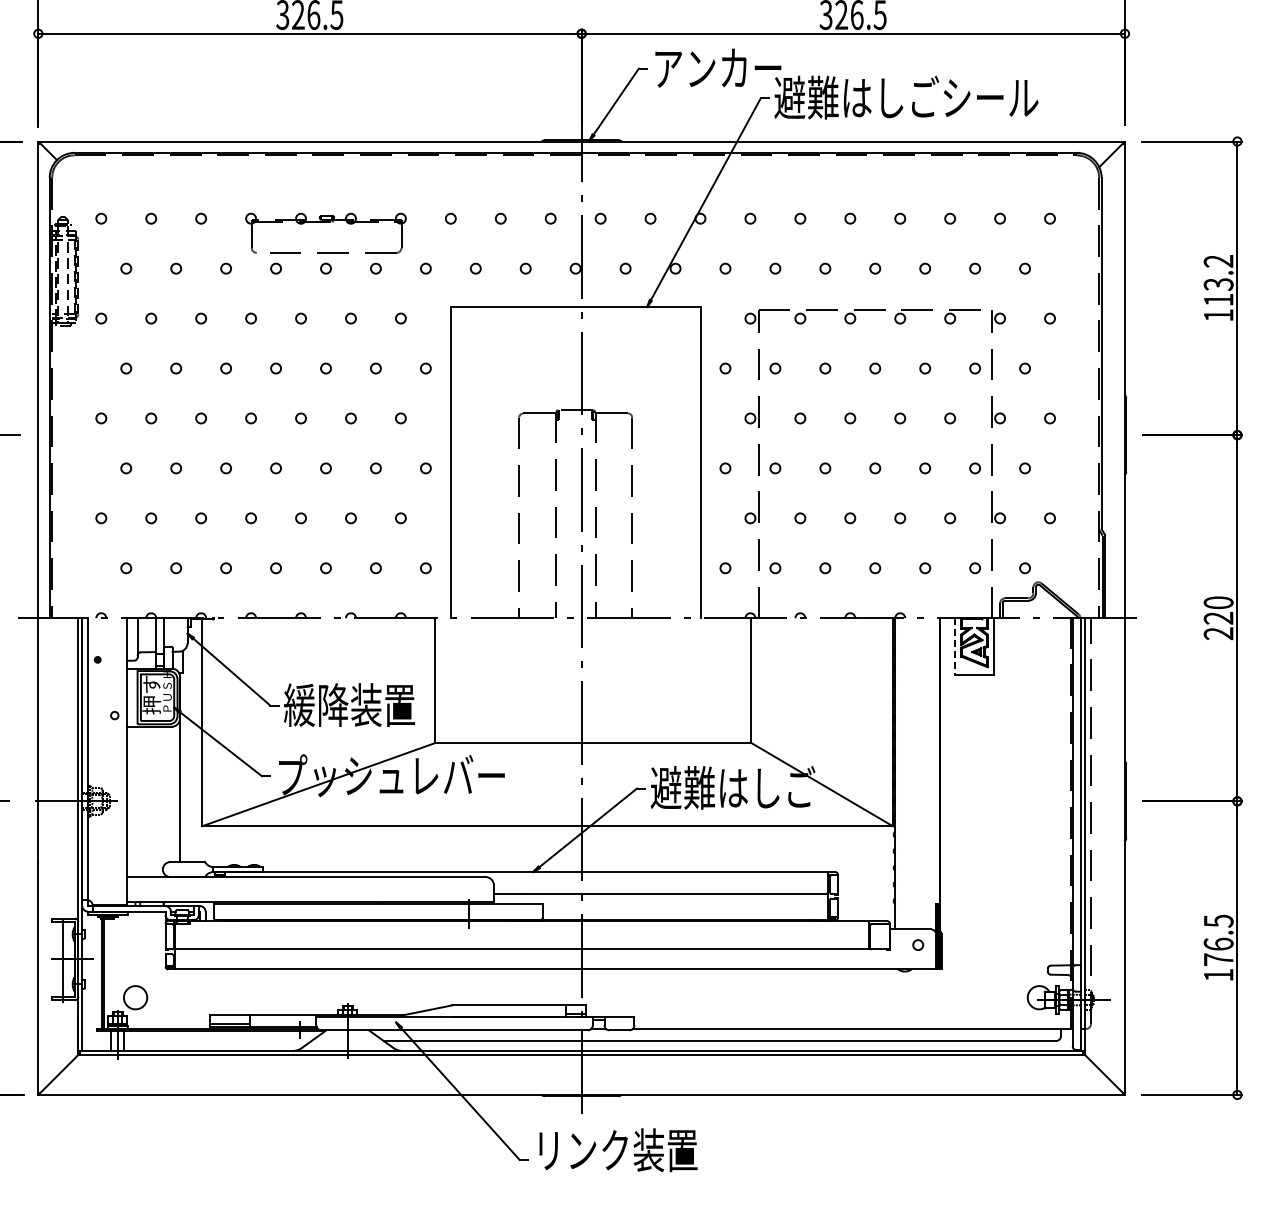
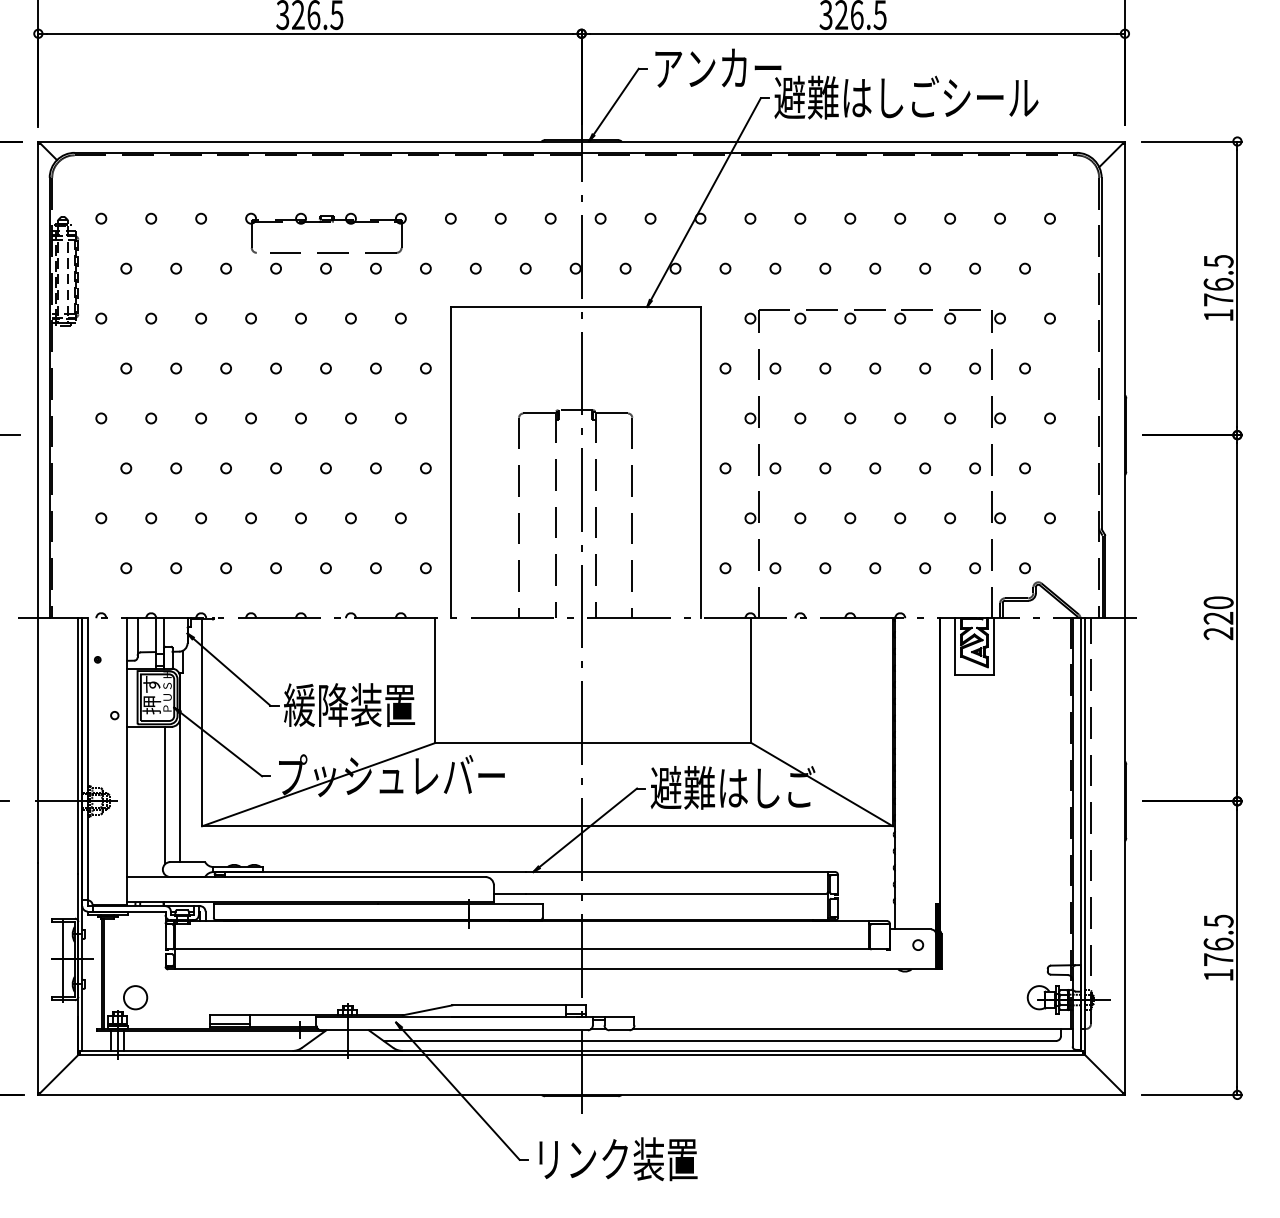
text at (1218, 280): 113.2 -> 176.5
line at (954, 647): dashed -> solid
line at (165, 794): none -> present
text at (618, 1150) position: (618, 1150) -> (618, 1159)
